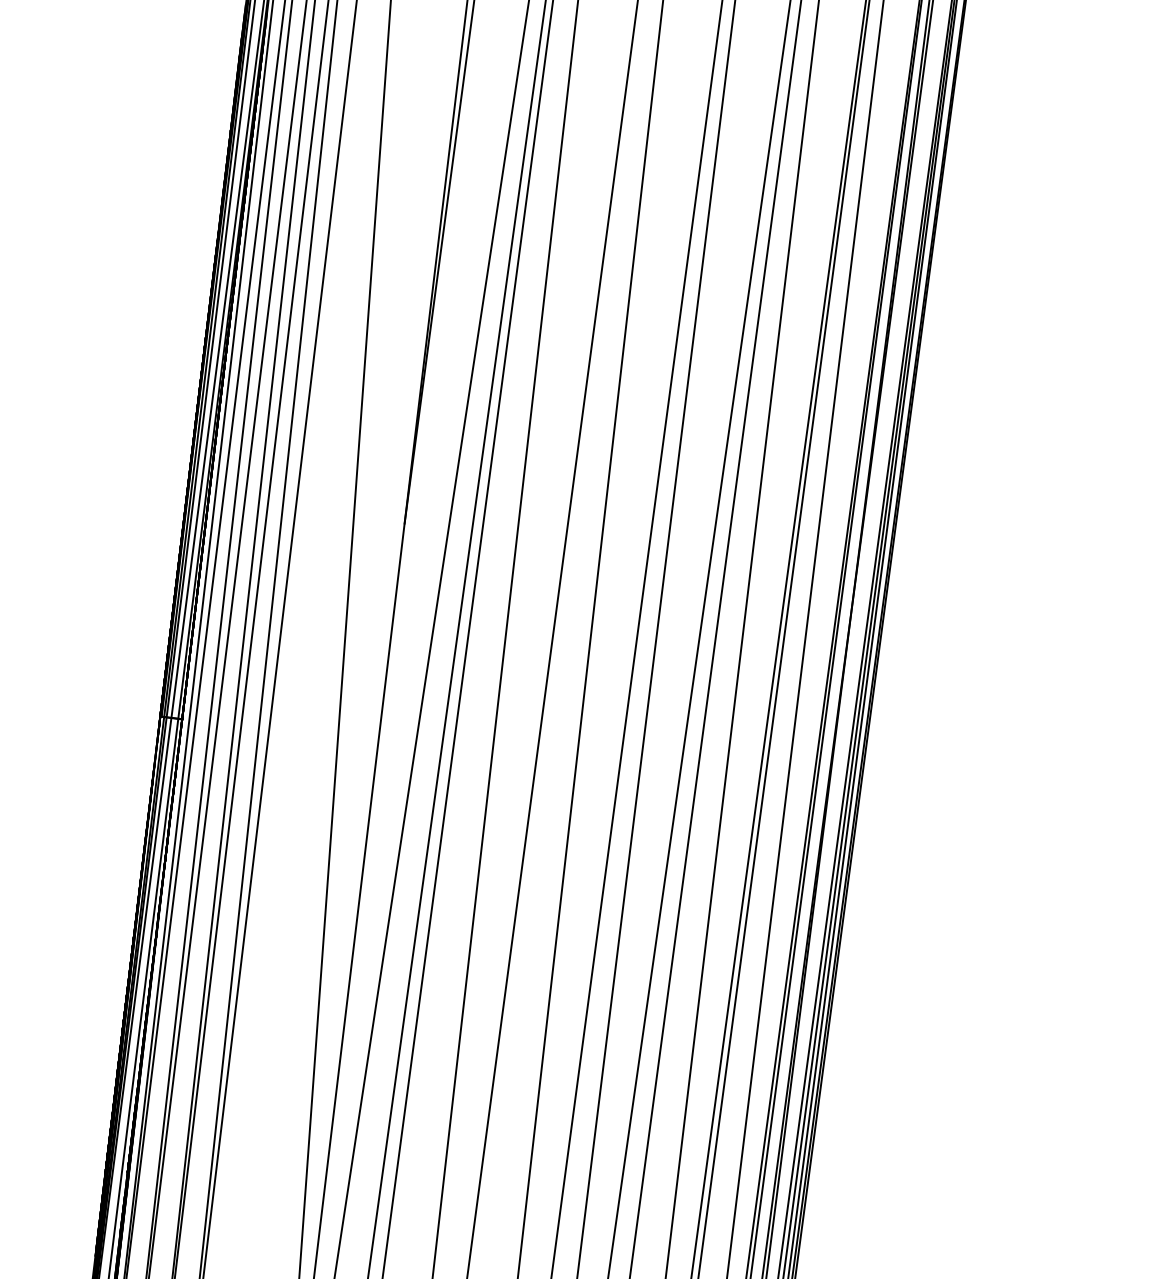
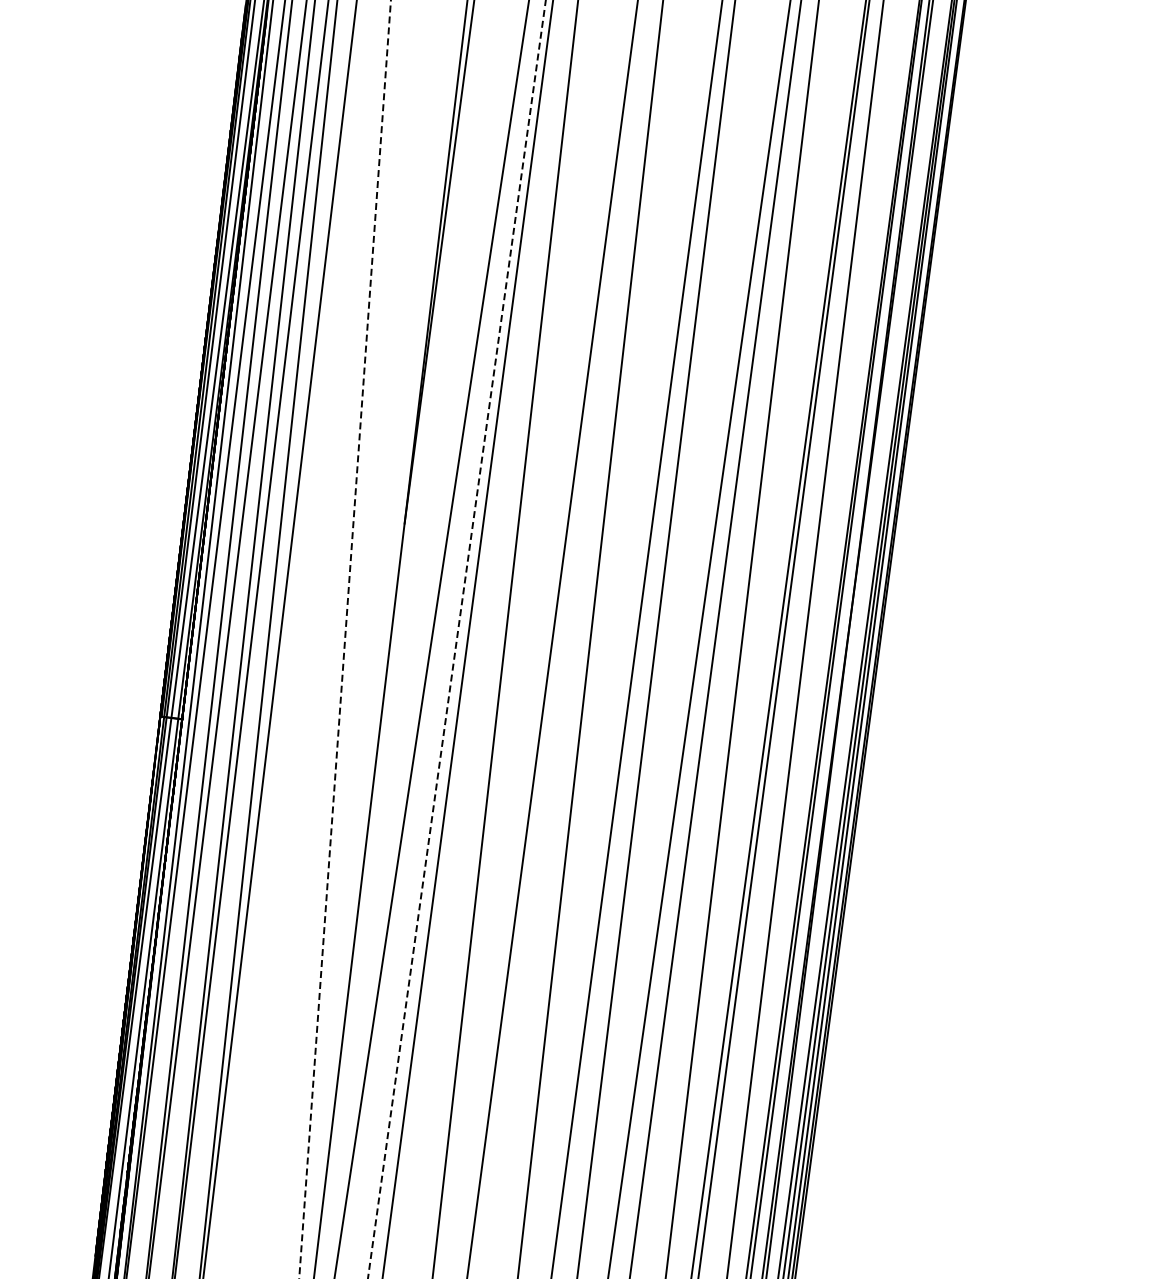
line at (345, 638): solid -> dashed
line at (456, 639): solid -> dashed
